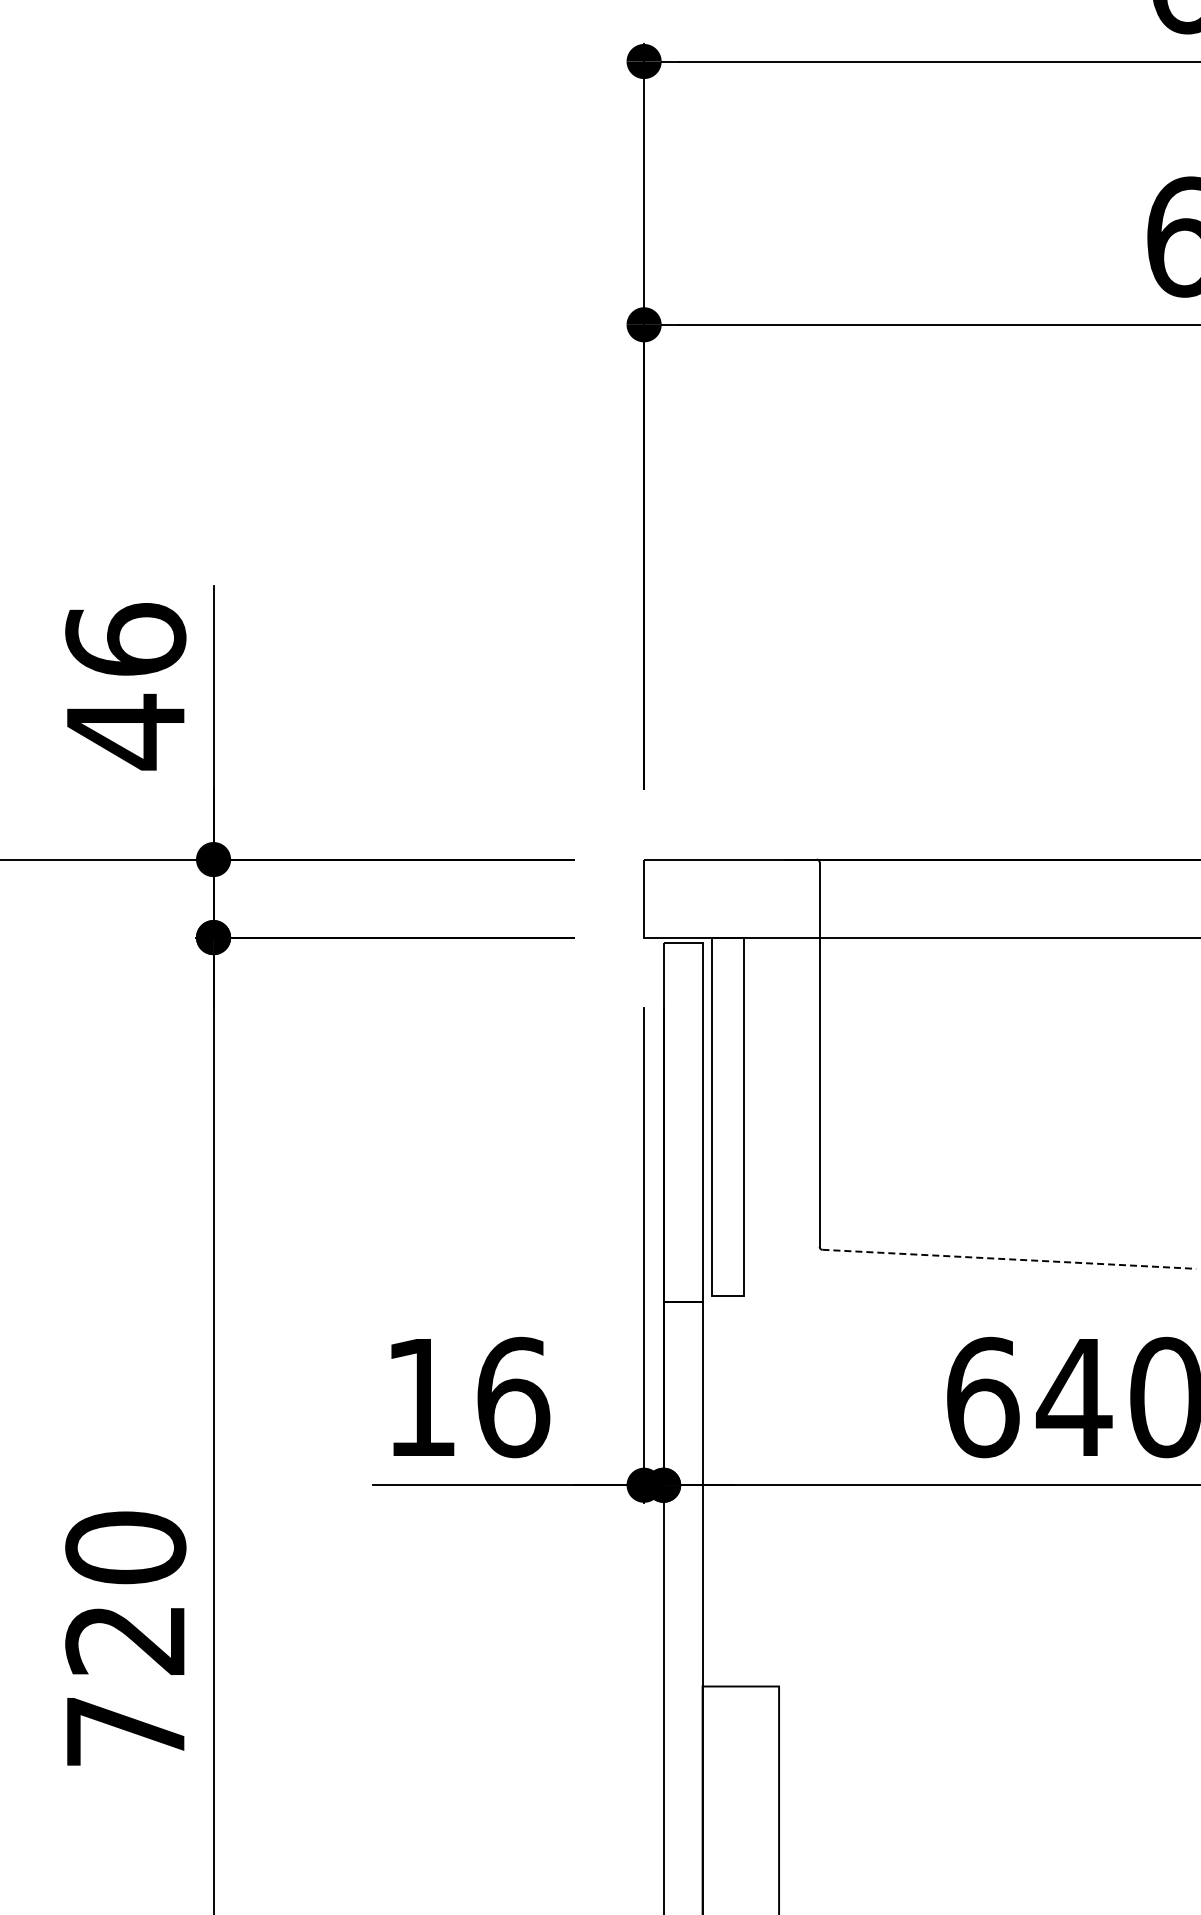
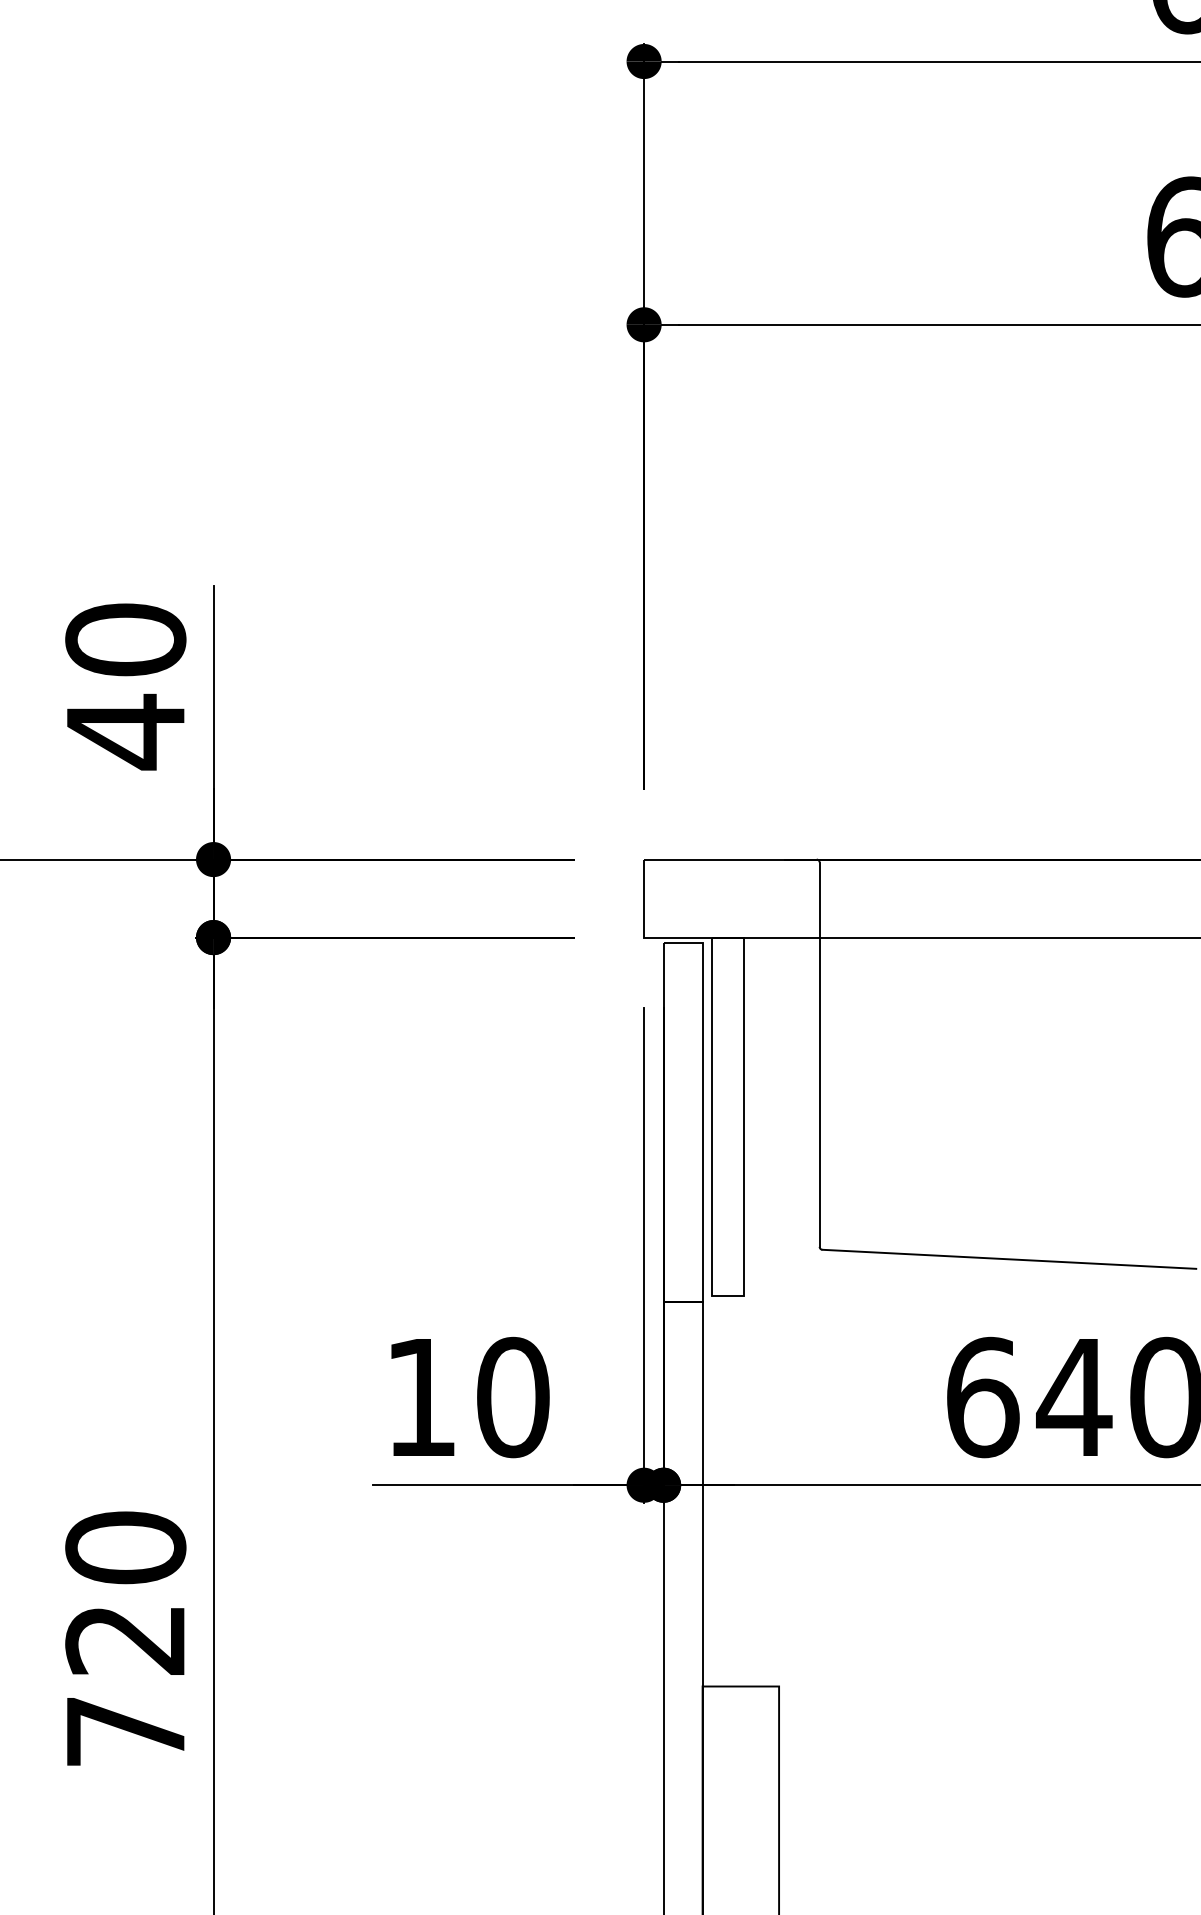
text at (125, 639): 46 -> 40
line at (1009, 1259): dashed -> solid
text at (513, 1397): 16 -> 10
